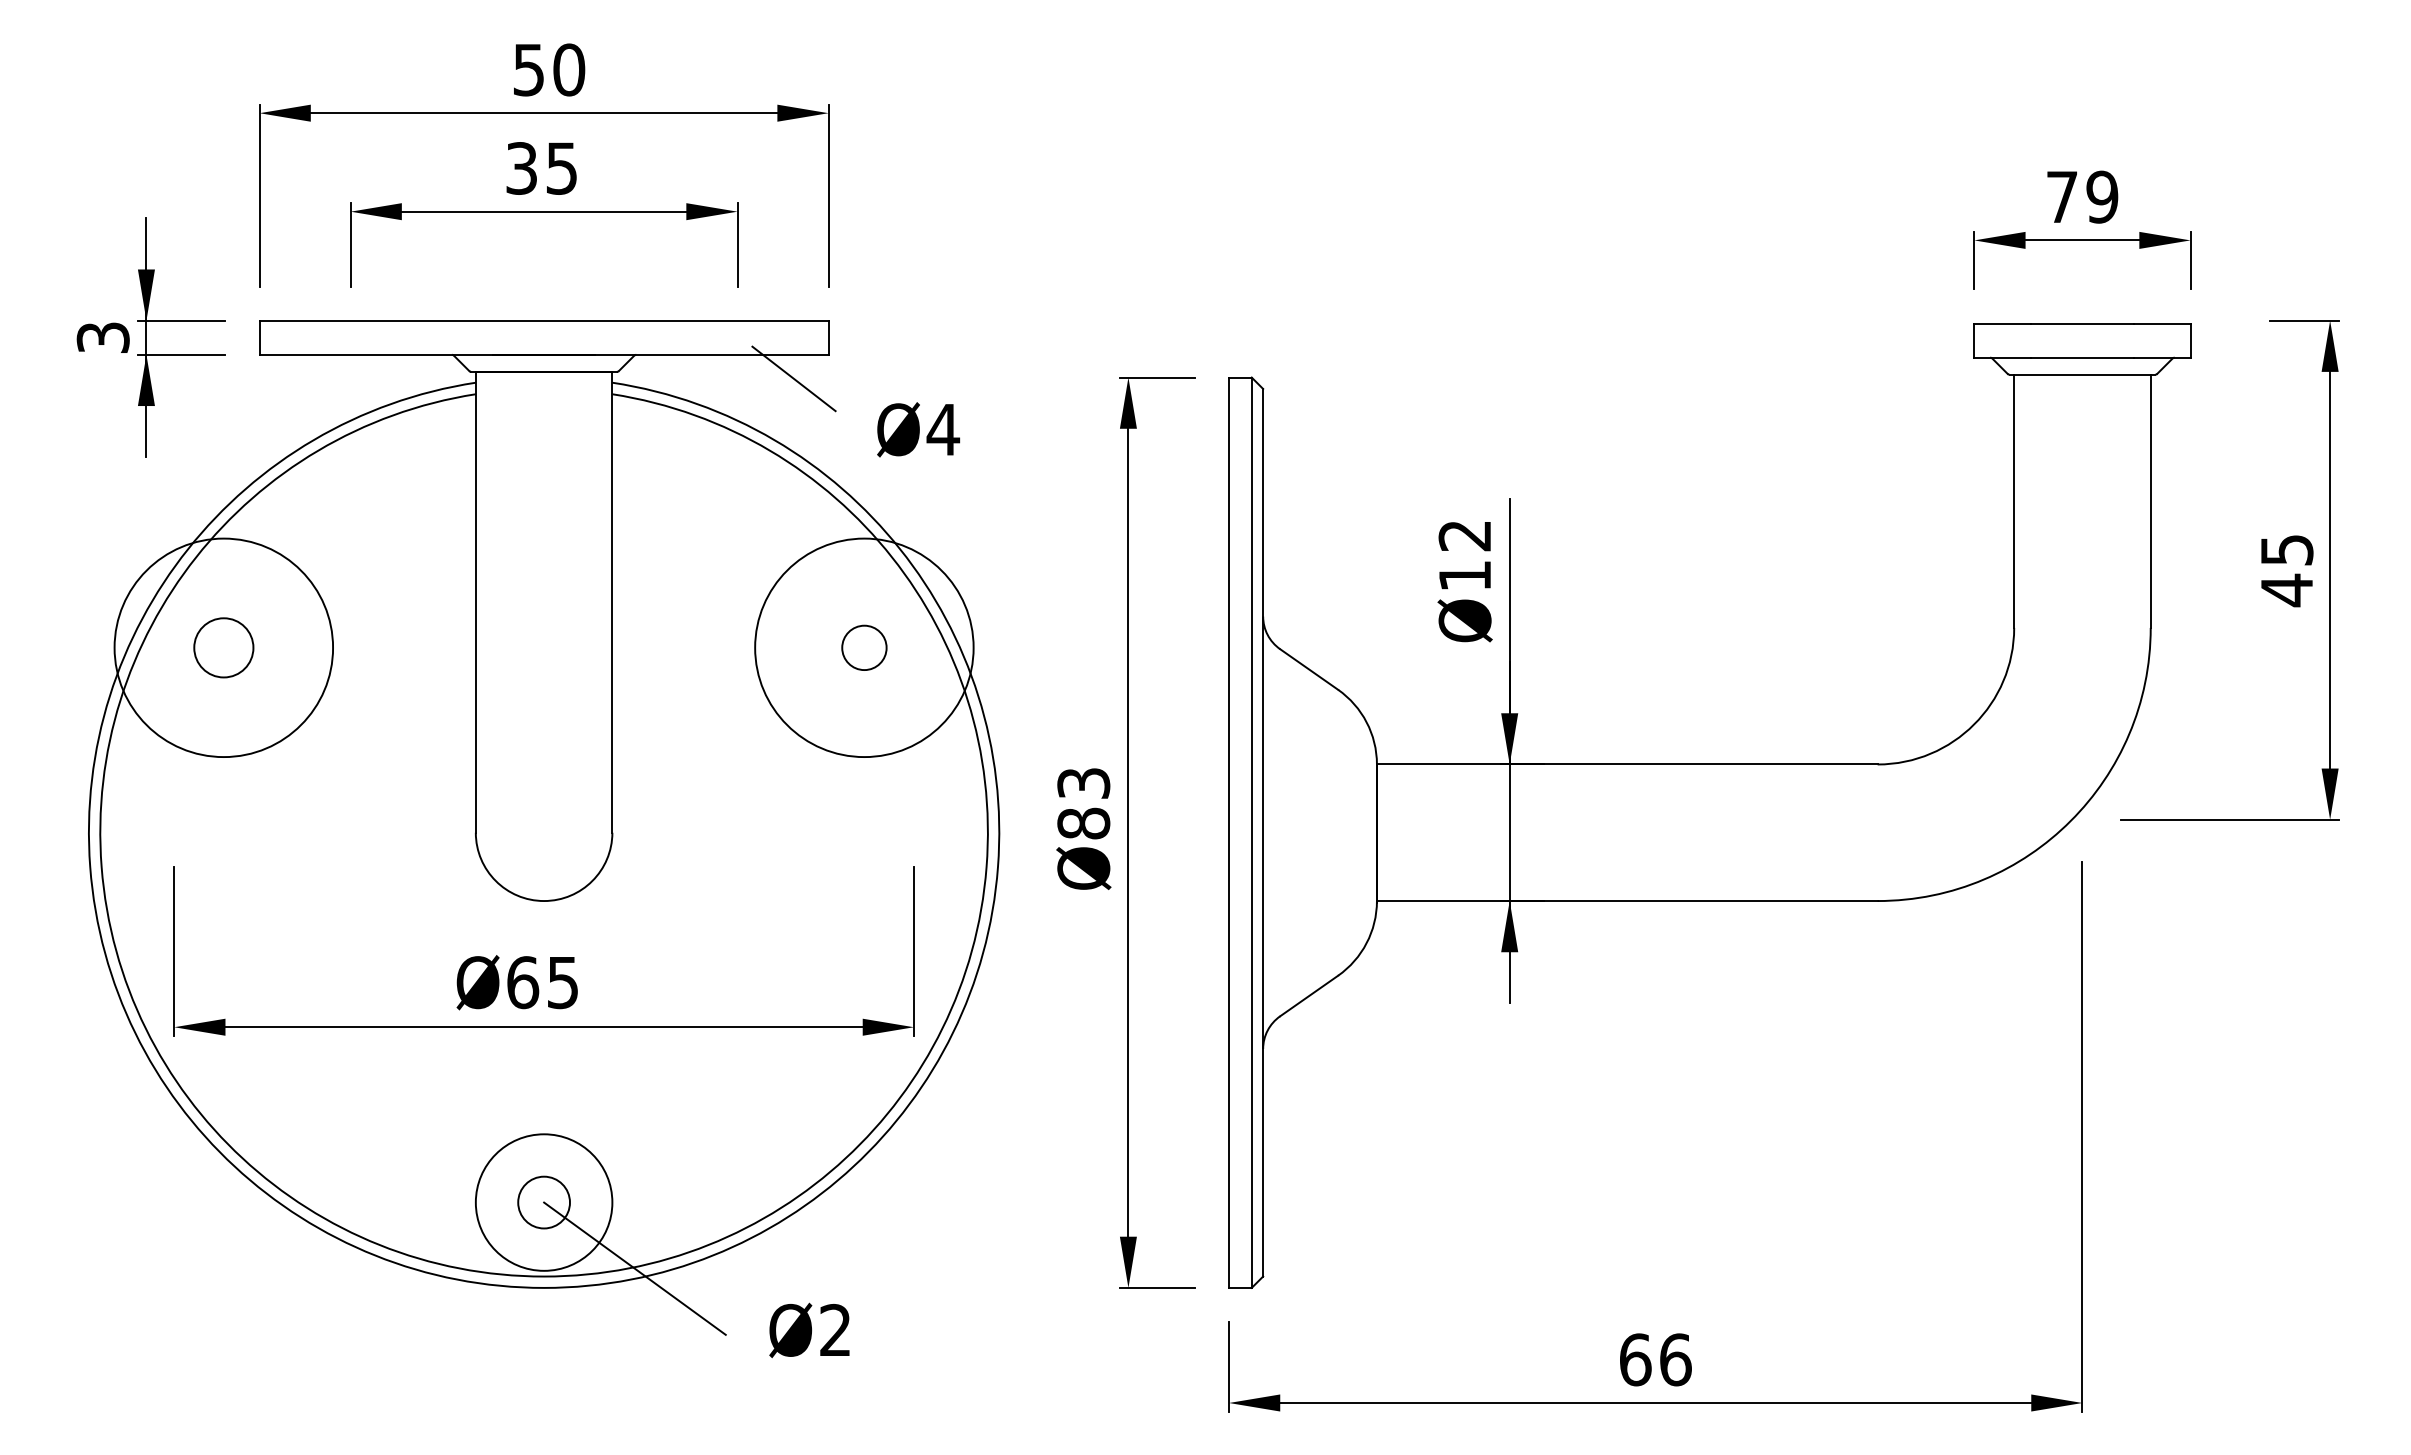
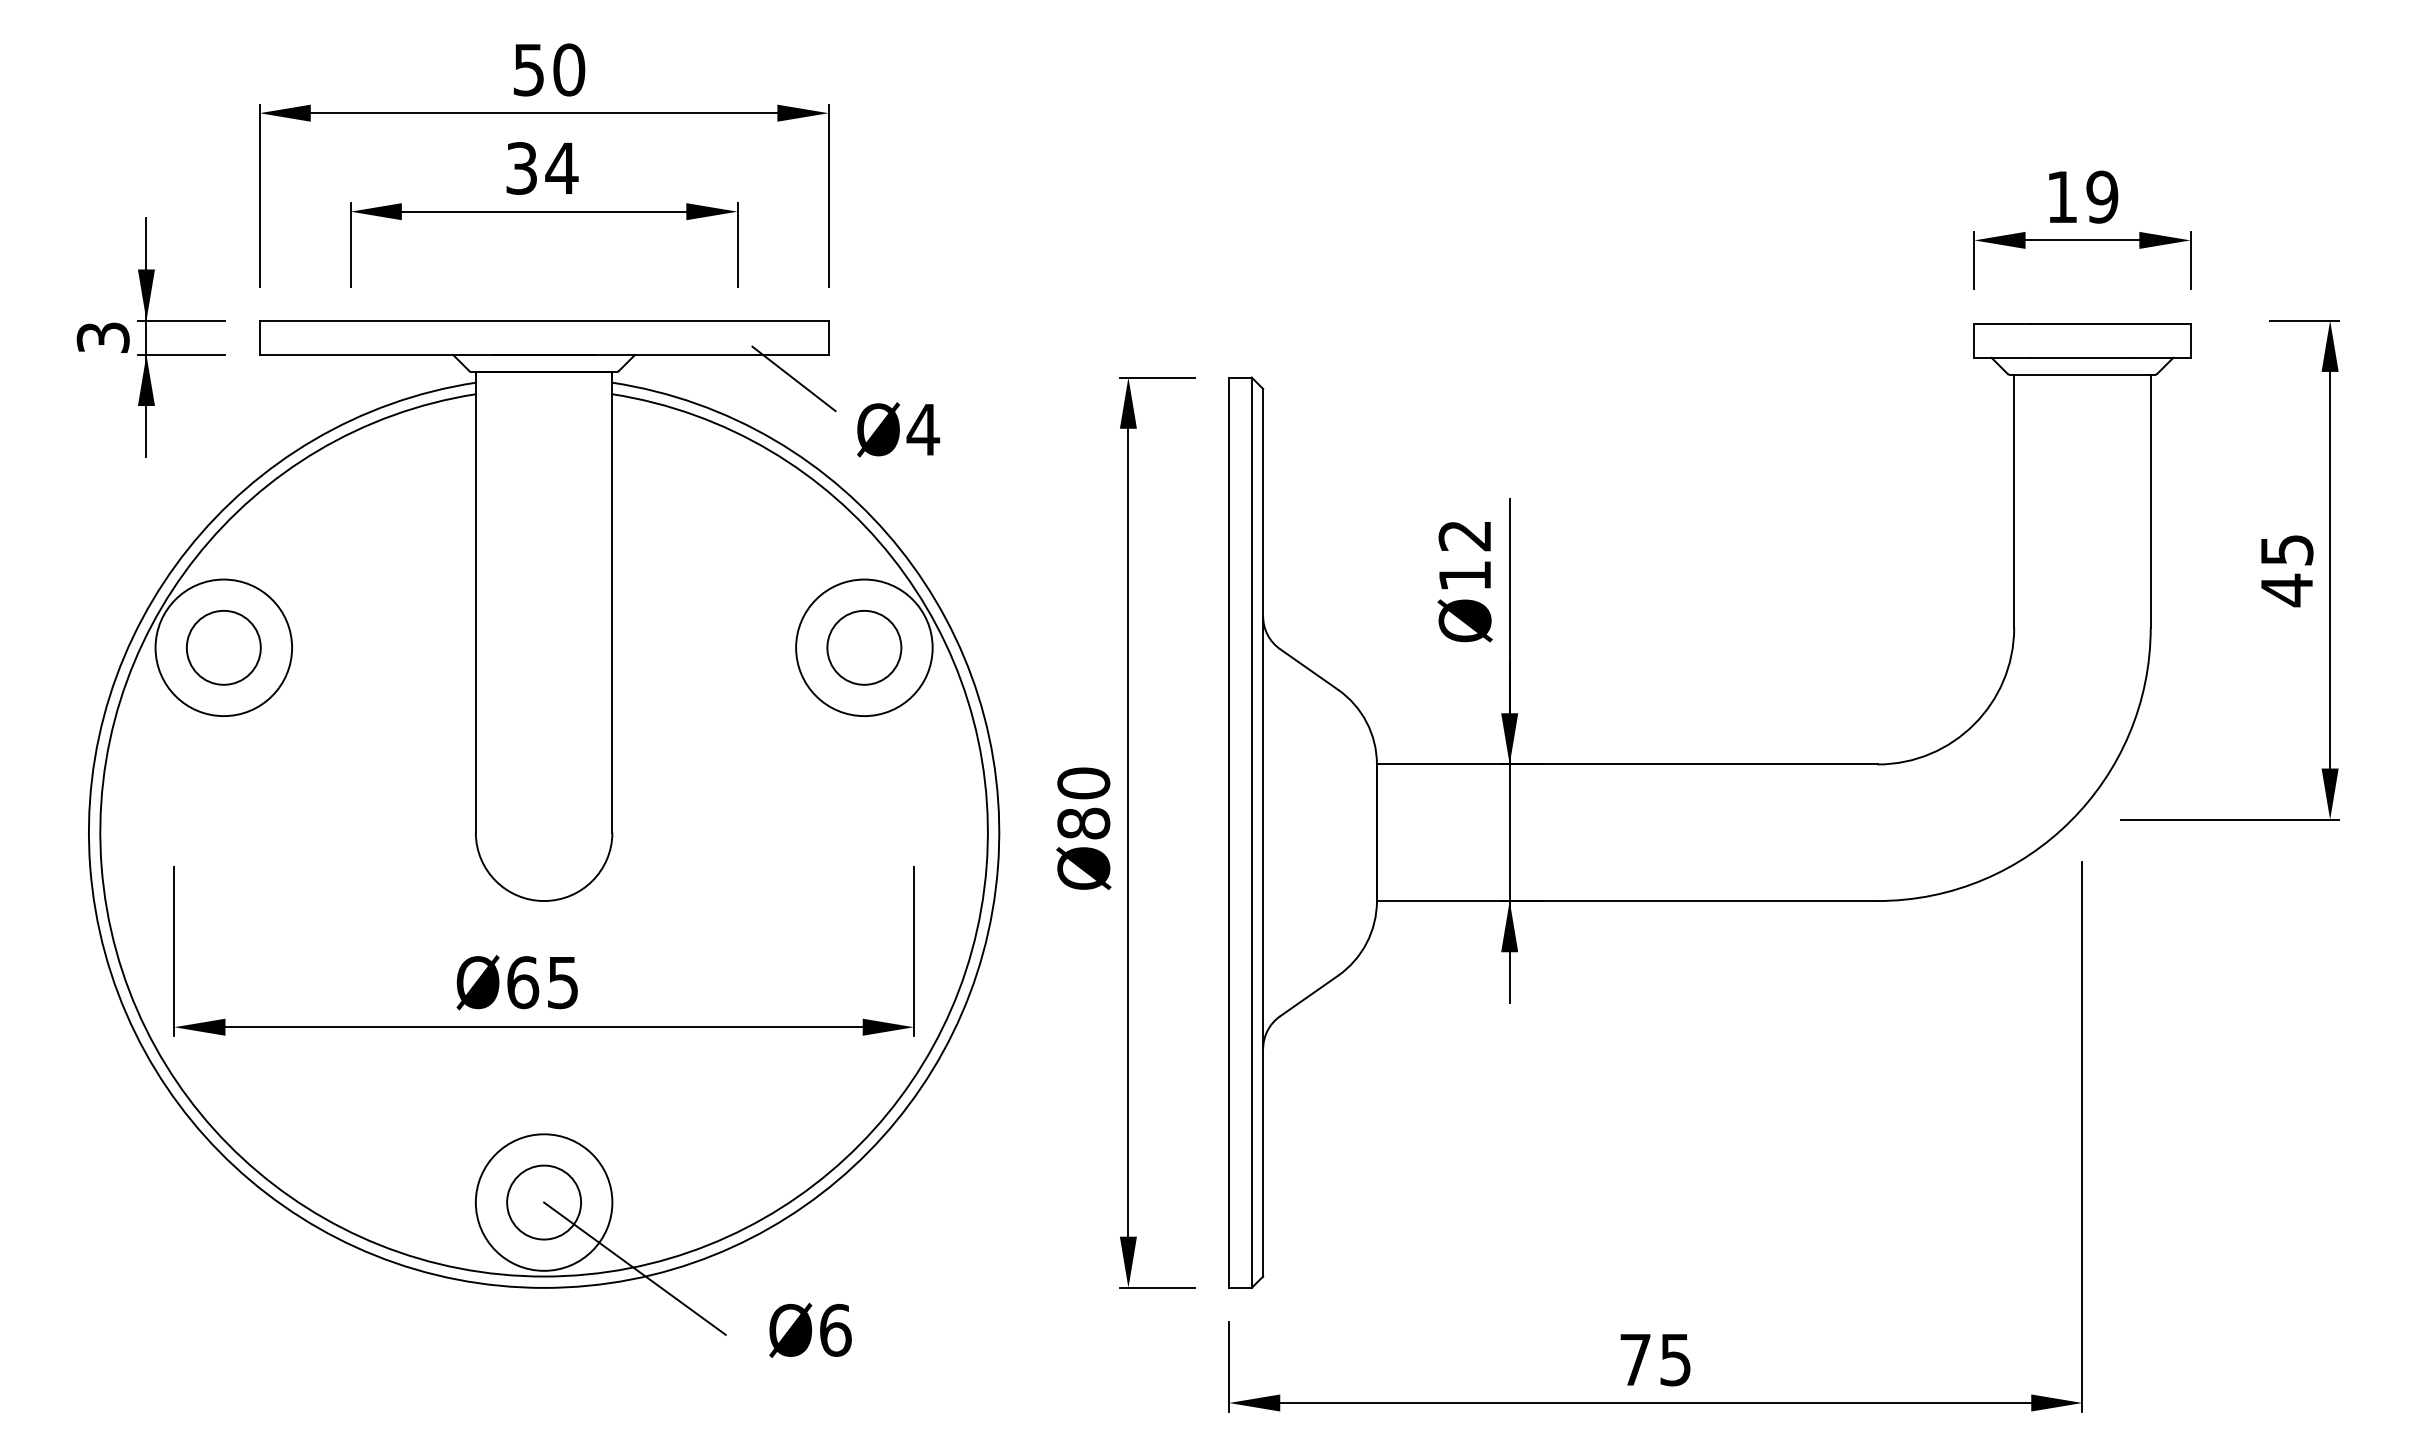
text at (561, 168): 35 -> 34
text at (2061, 196): 79 -> 19
text at (918, 429) position: (918, 429) -> (898, 429)
circle at (223, 647) diameter: 218 px -> 137 px
circle at (223, 647) size: 62x62 px -> 76x76 px
circle at (864, 647) diameter: 218 px -> 137 px
circle at (864, 647) size: 47x47 px -> 77x76 px
text at (1083, 783): Ø83 -> Ø80
circle at (544, 1202) diameter: 52 px -> 74 px
text at (835, 1329): Ø2 -> Ø6
text at (1655, 1359): 66 -> 75
